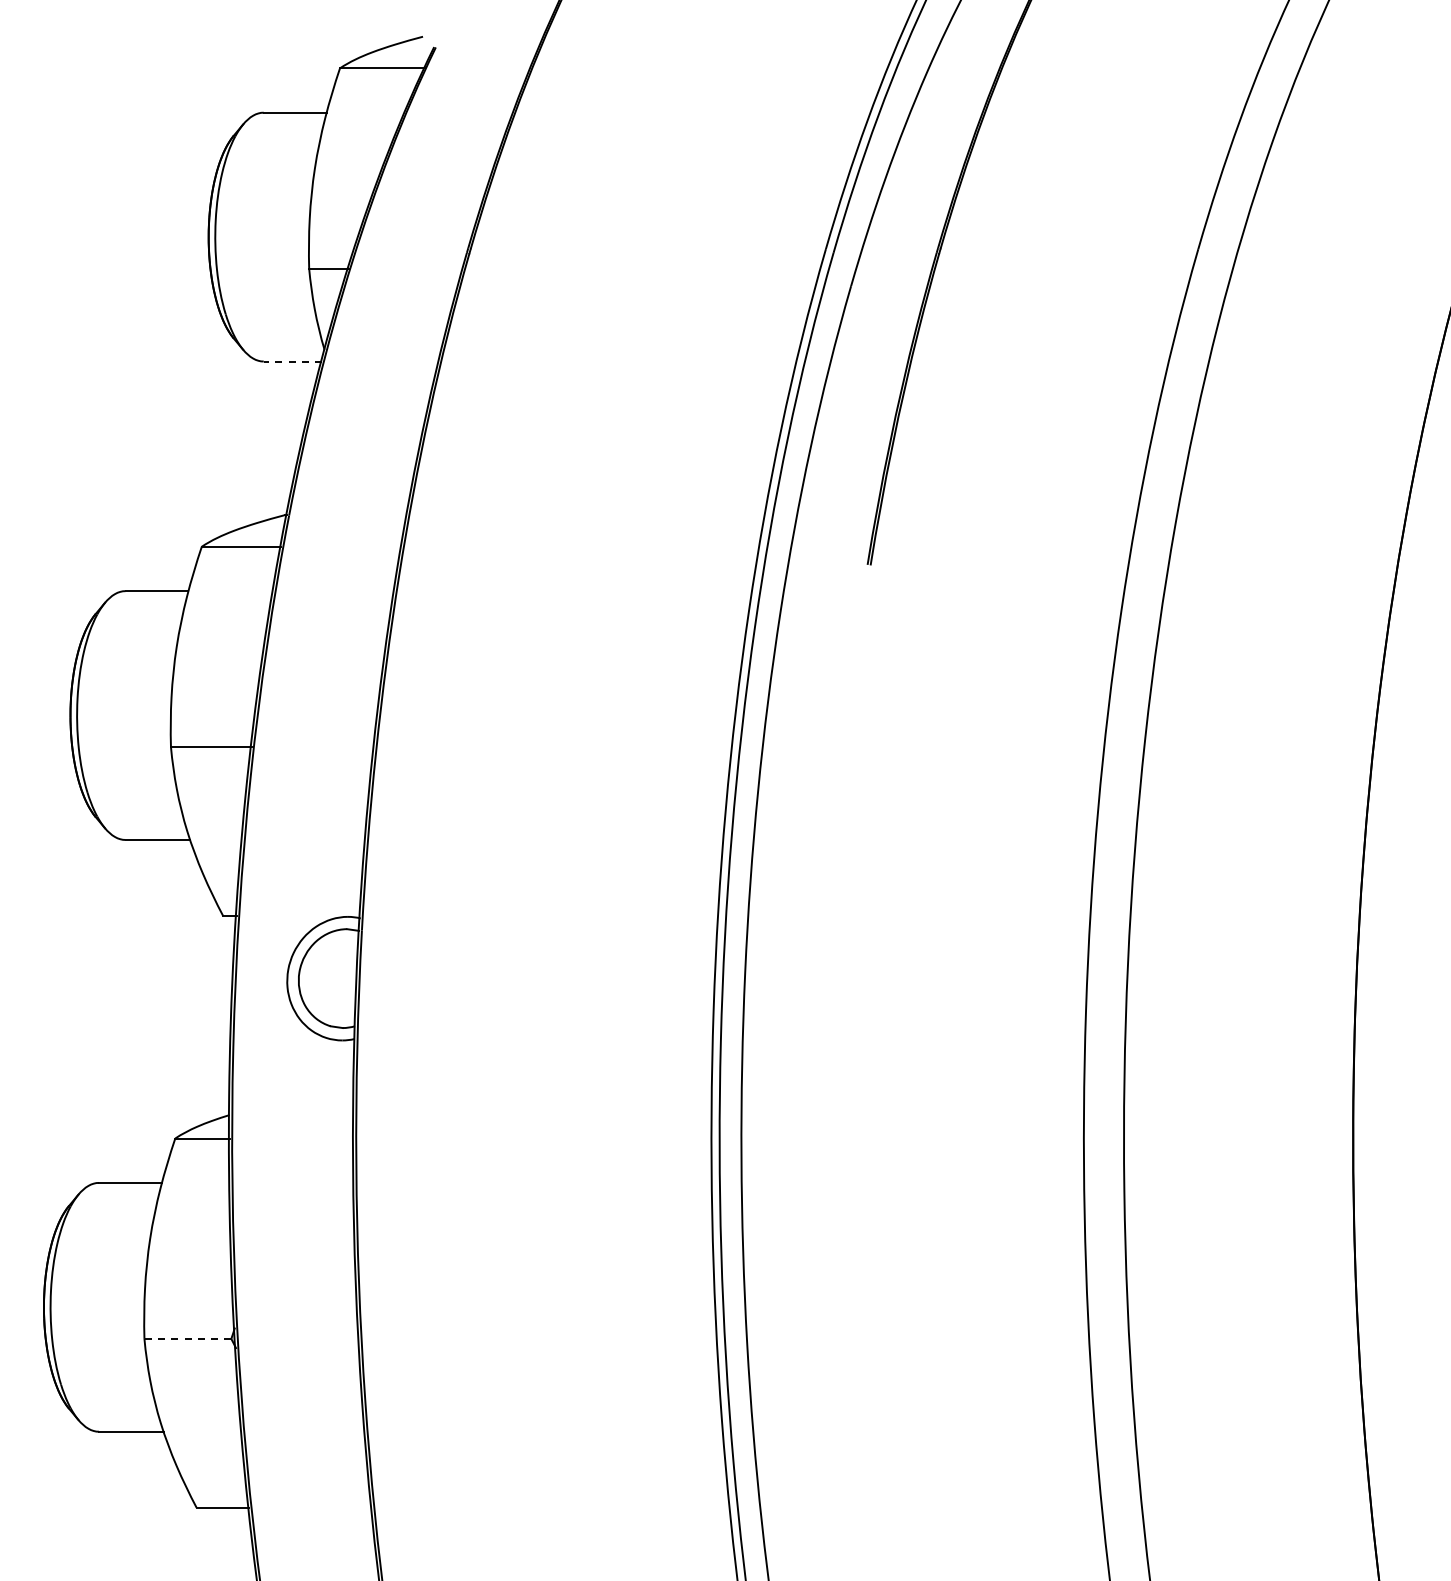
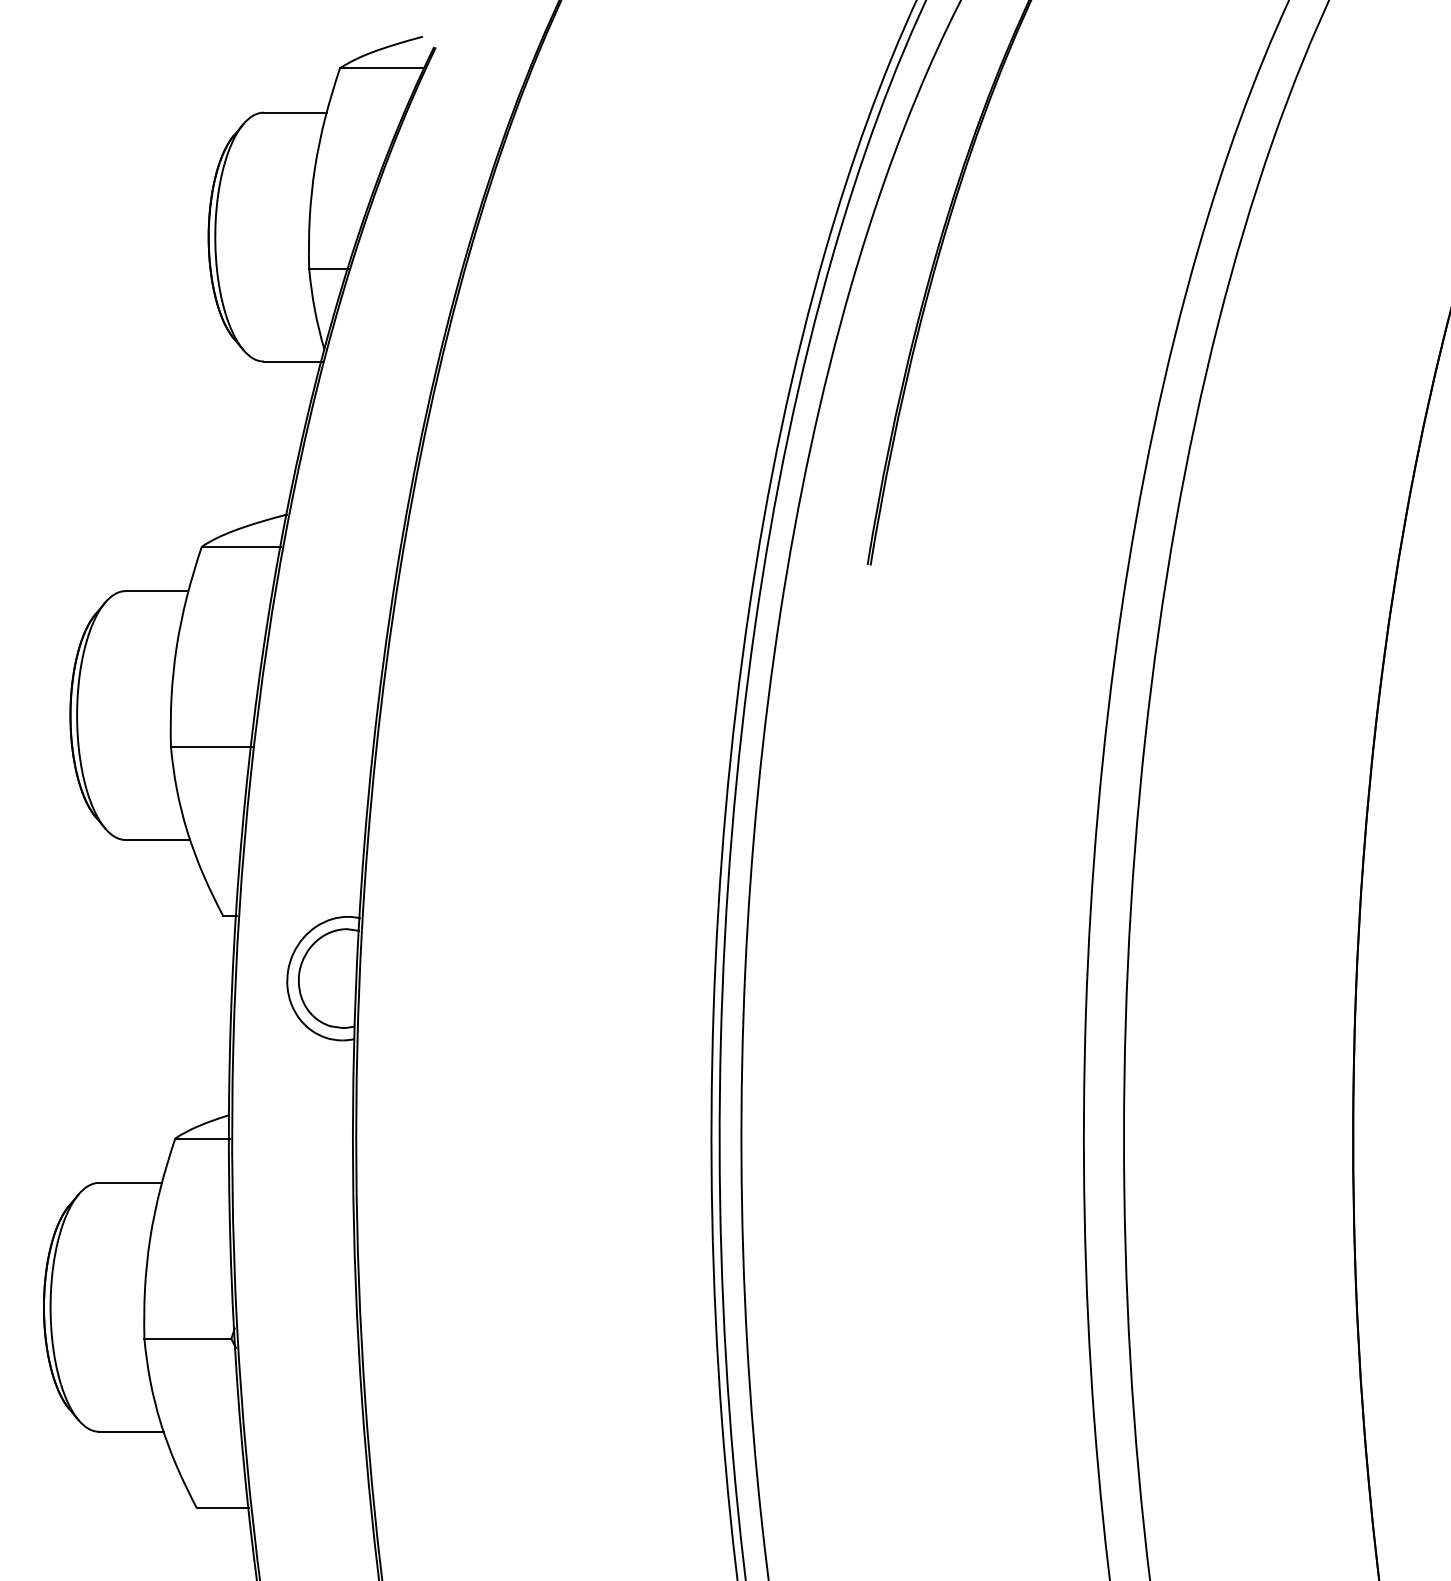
line at (292, 361): dashed -> solid
line at (187, 1338): dashed -> solid
